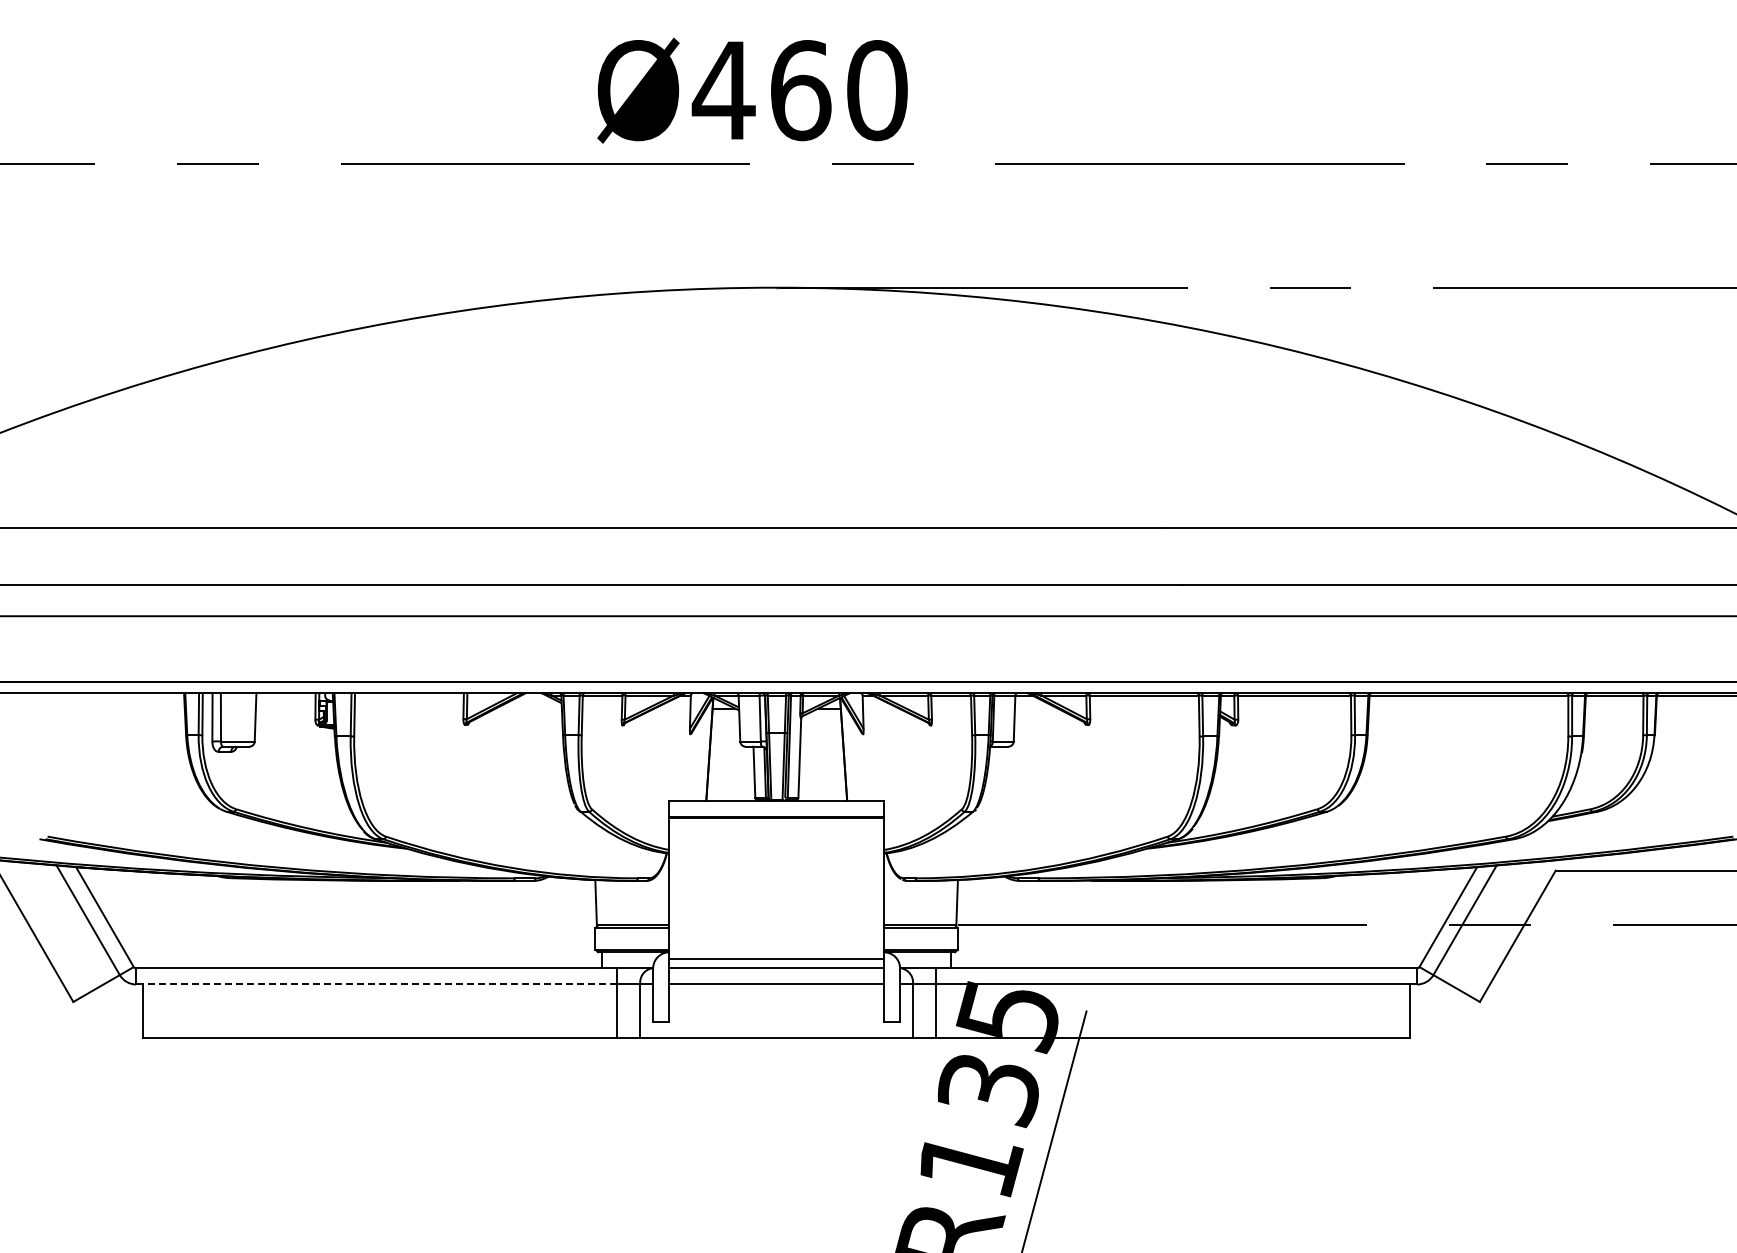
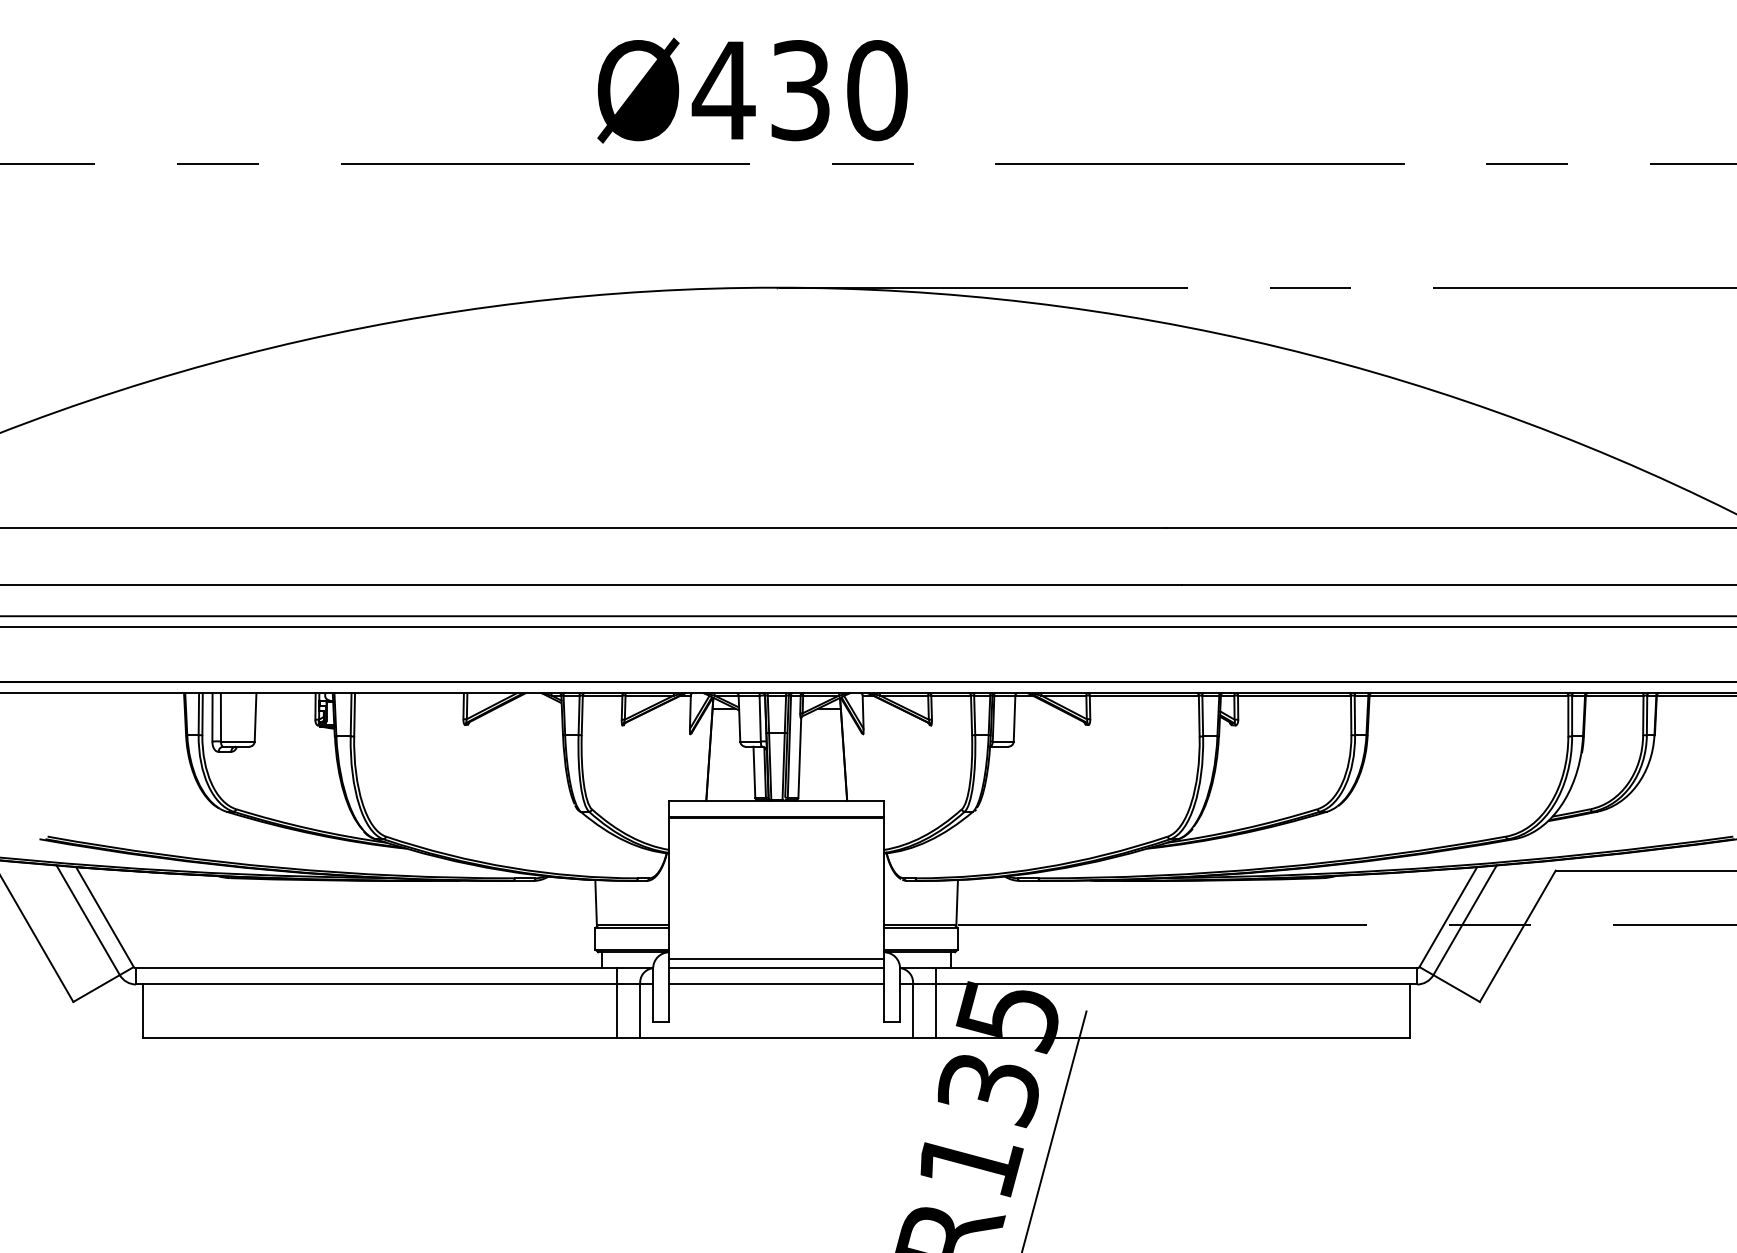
text at (801, 90): Ø460 -> Ø430
line at (867, 626): none -> present
line at (379, 984): dashed -> solid
